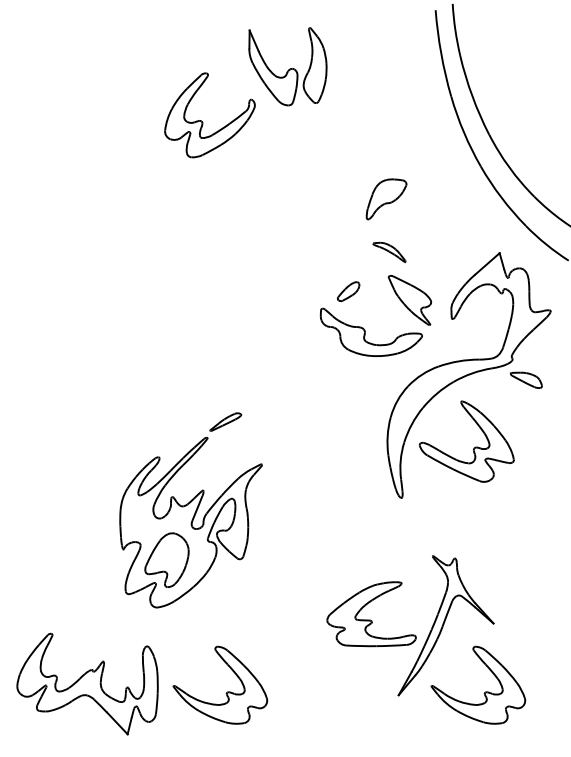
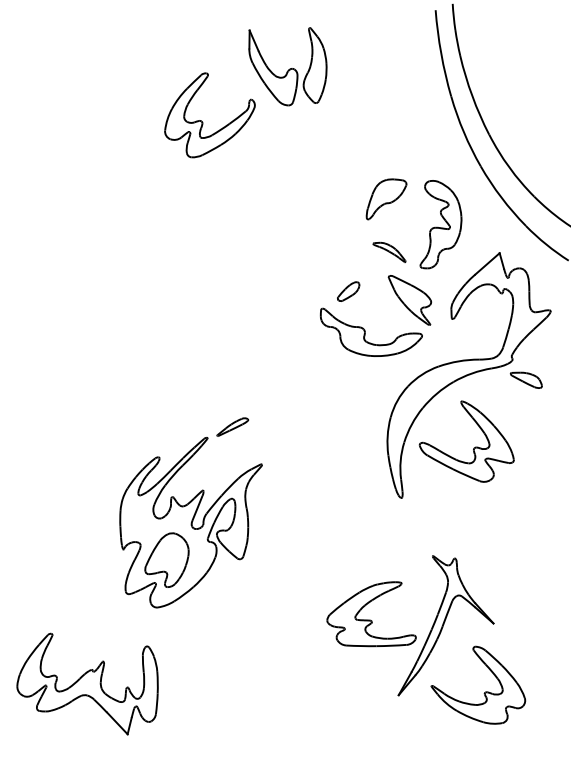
part at (440, 224): none -> present
part at (225, 421) position: (225, 421) -> (232, 426)
part at (227, 691): present -> none
